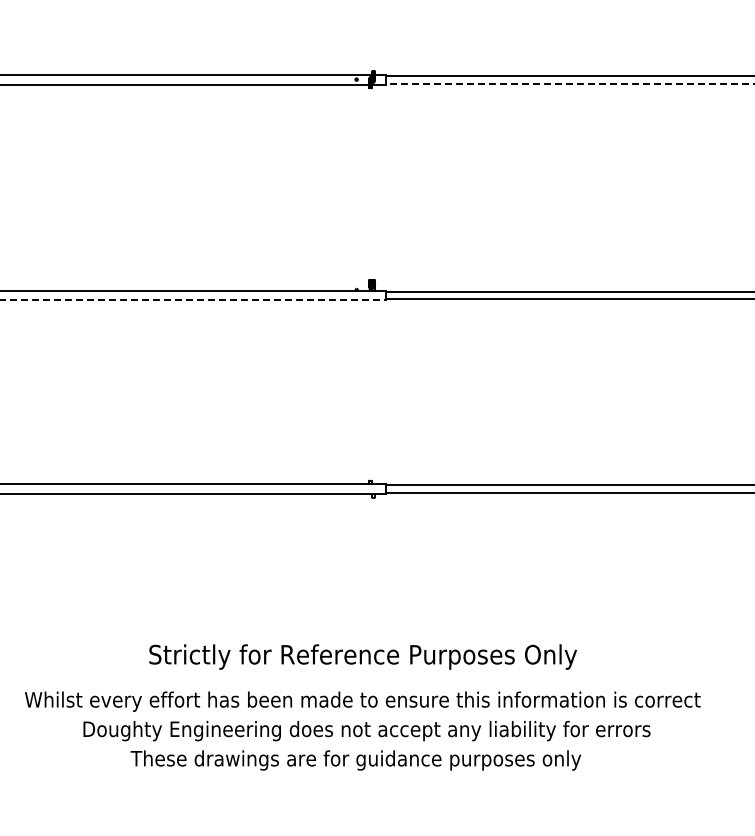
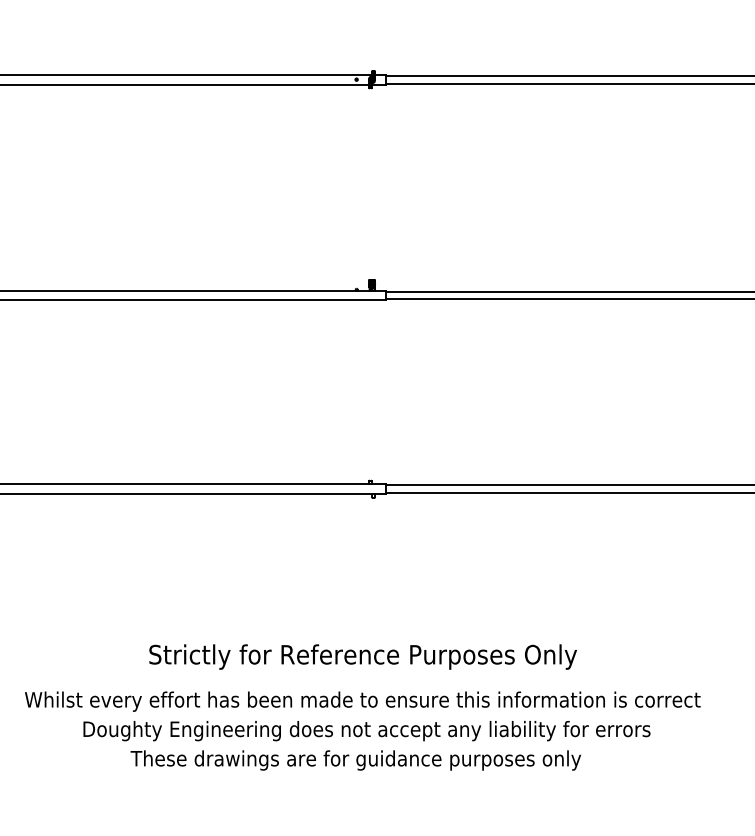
line at (569, 83): dashed -> solid
line at (193, 300): dashed -> solid
